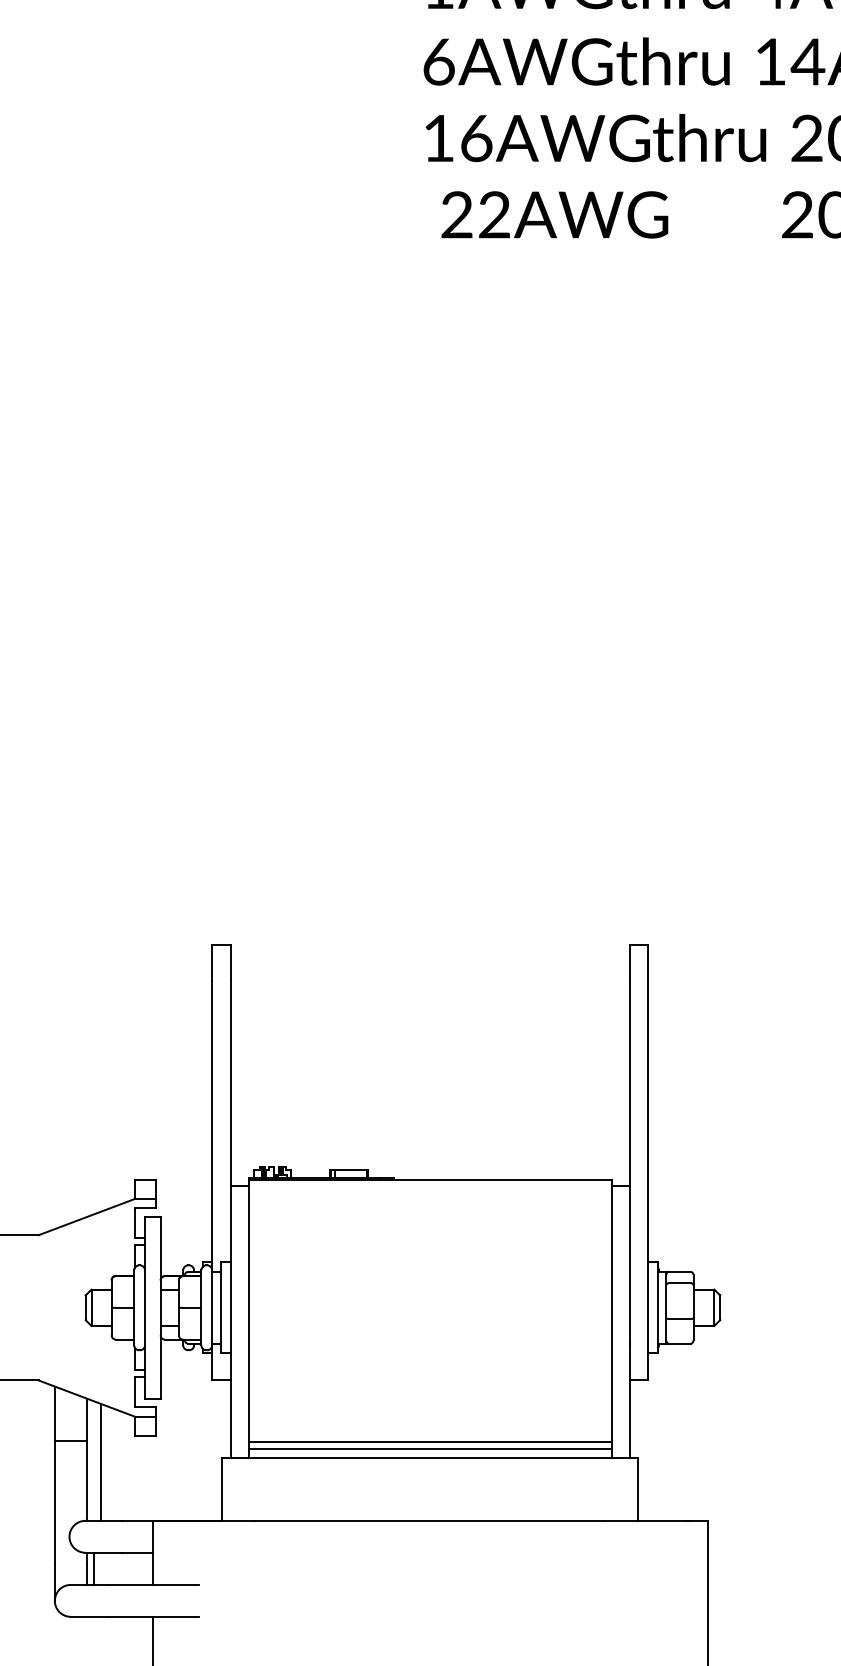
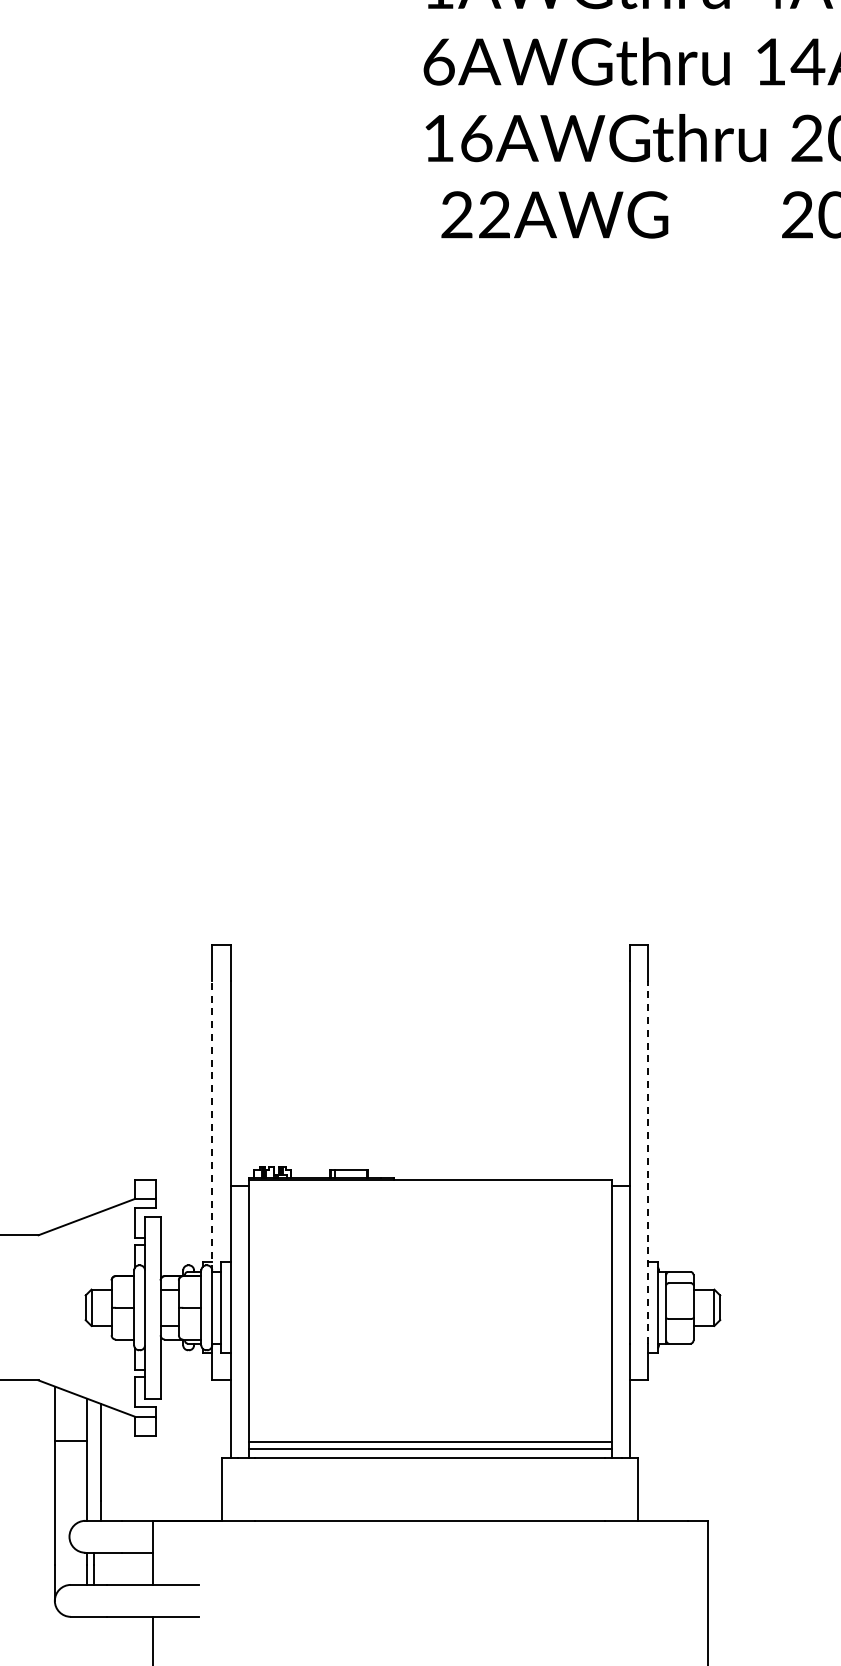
line at (212, 1125): solid -> dashed
line at (647, 1162): solid -> dashed
